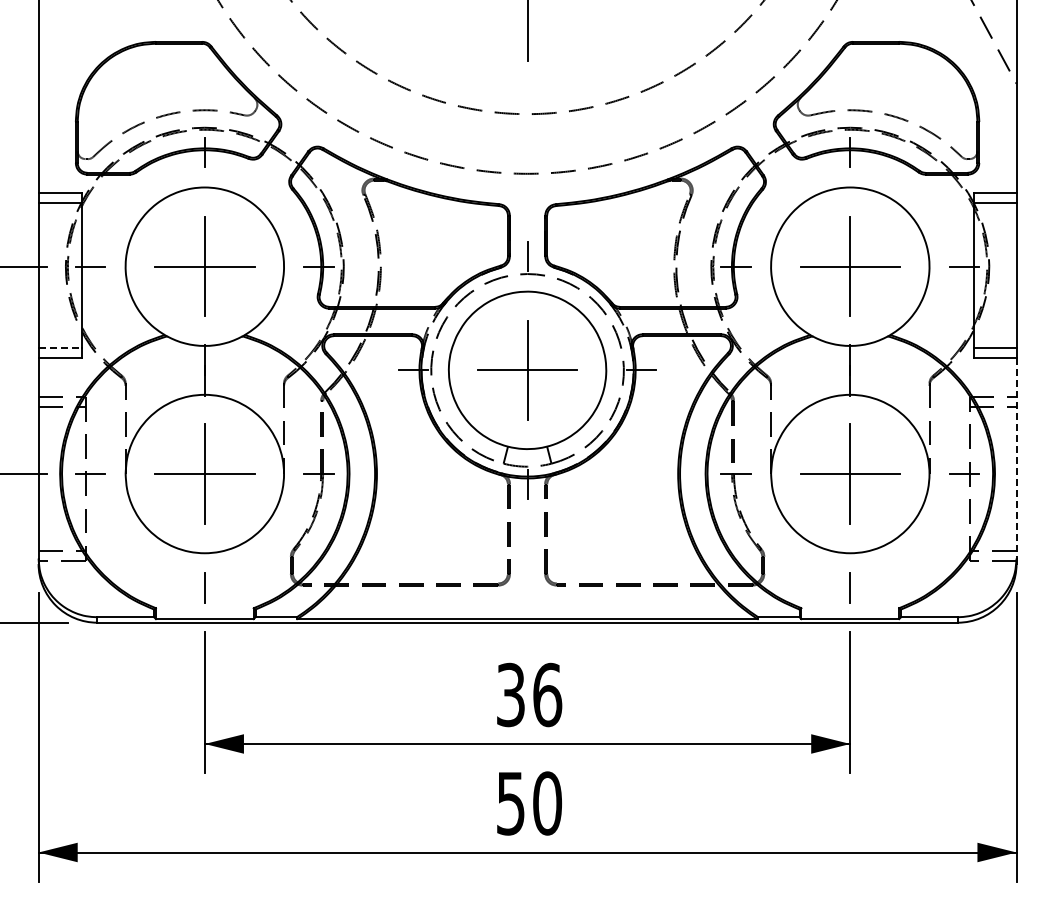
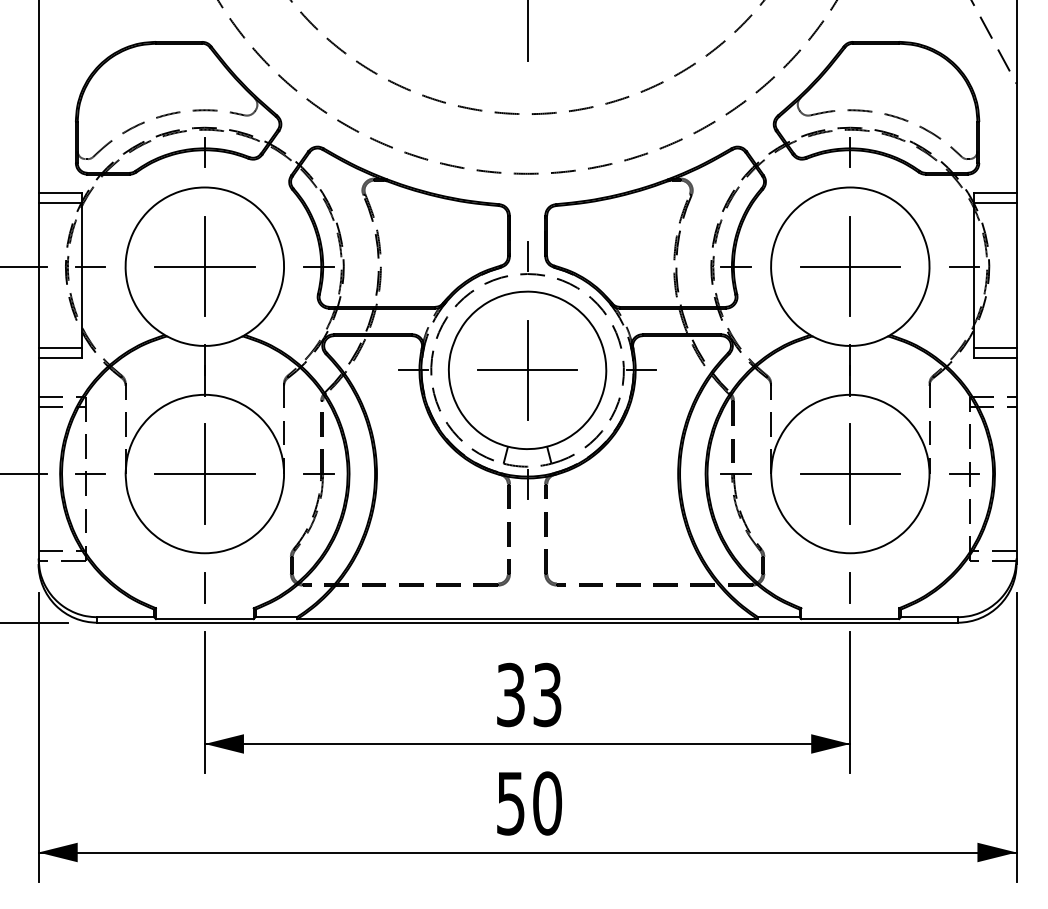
line at (60, 347): dashed -> solid
line at (1016, 458): dashed -> solid
text at (547, 694): 36 -> 33
